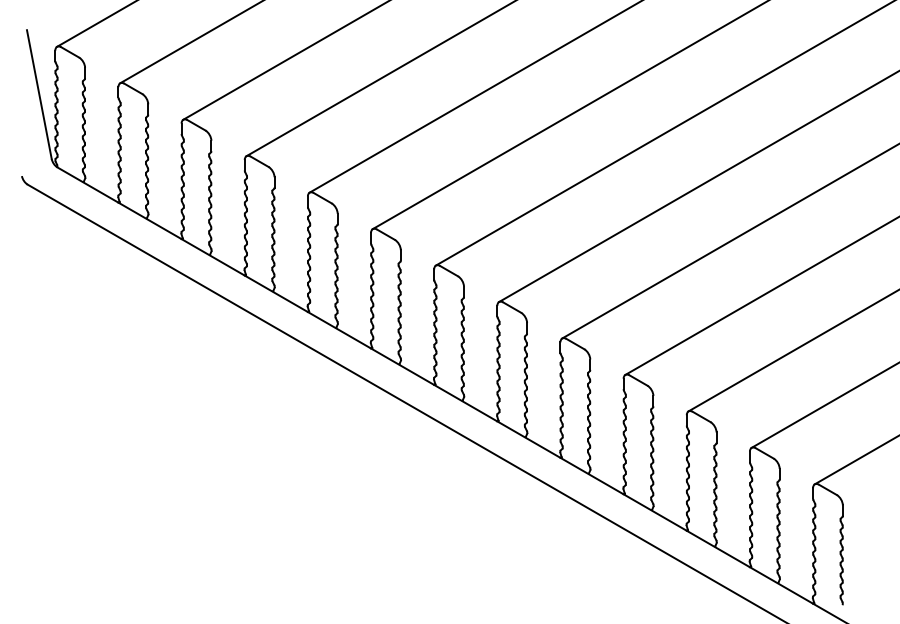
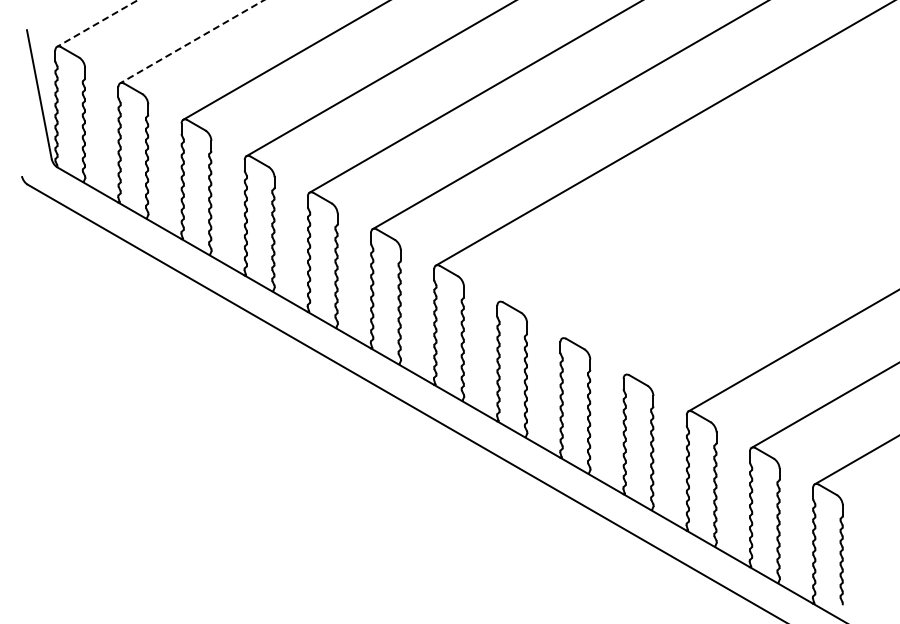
line at (96, 23): solid -> dashed
line at (192, 41): solid -> dashed
line at (697, 187): present -> none
line at (729, 241): present -> none
line at (760, 296): present -> none
